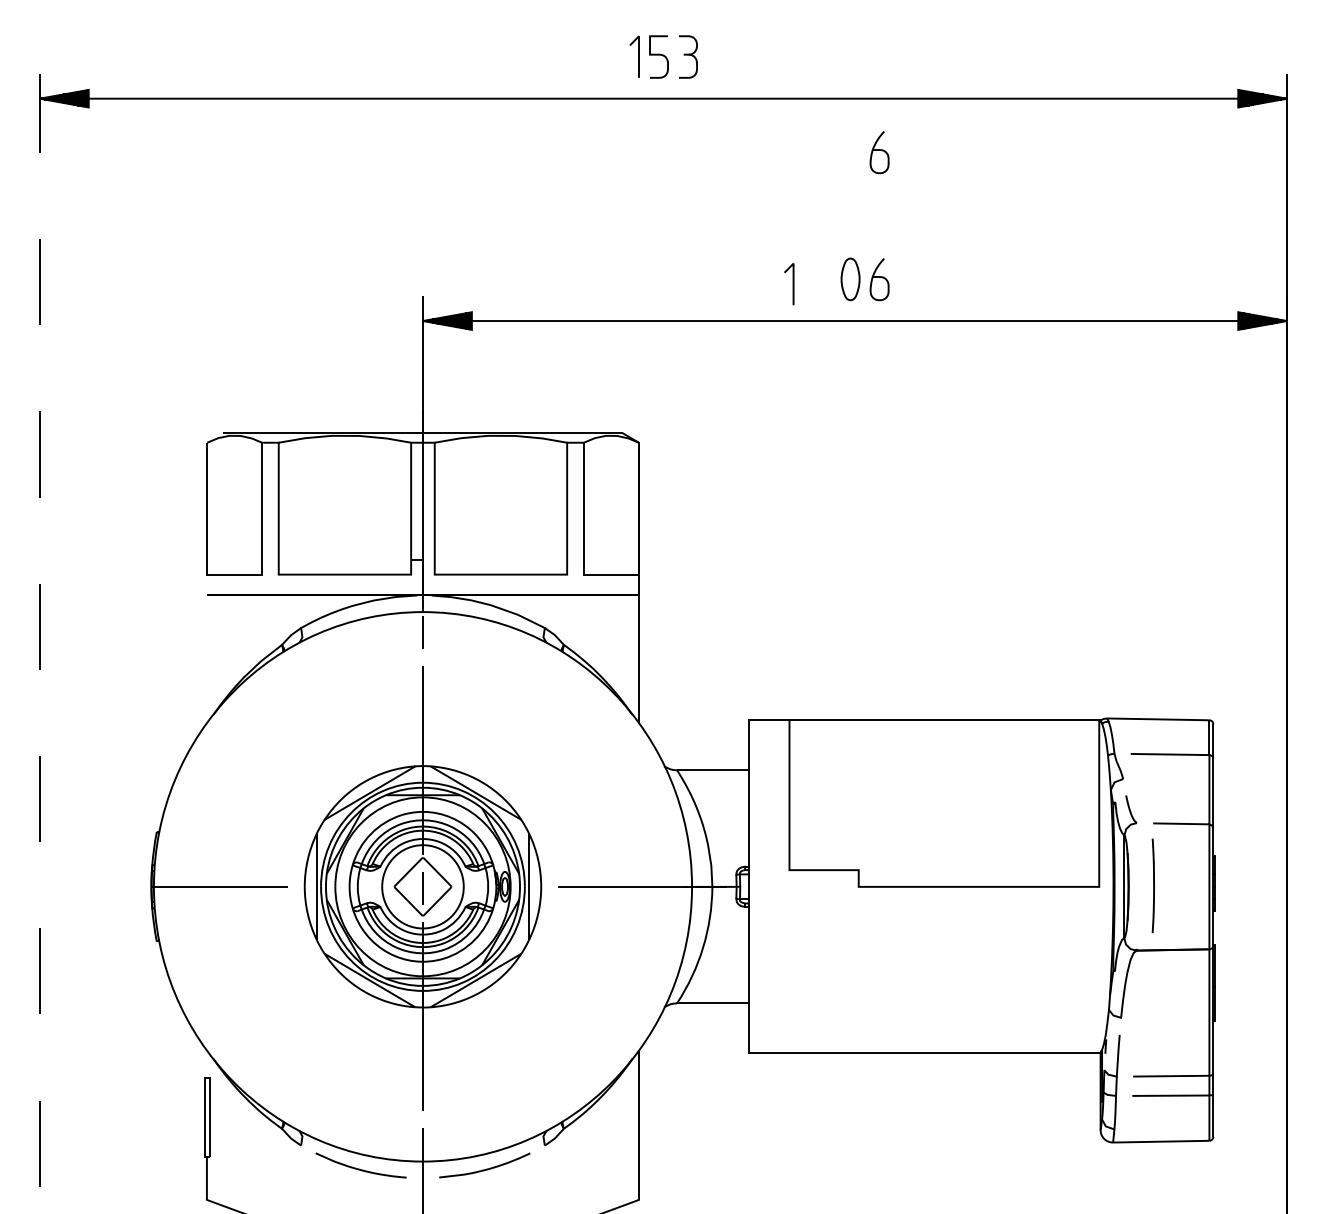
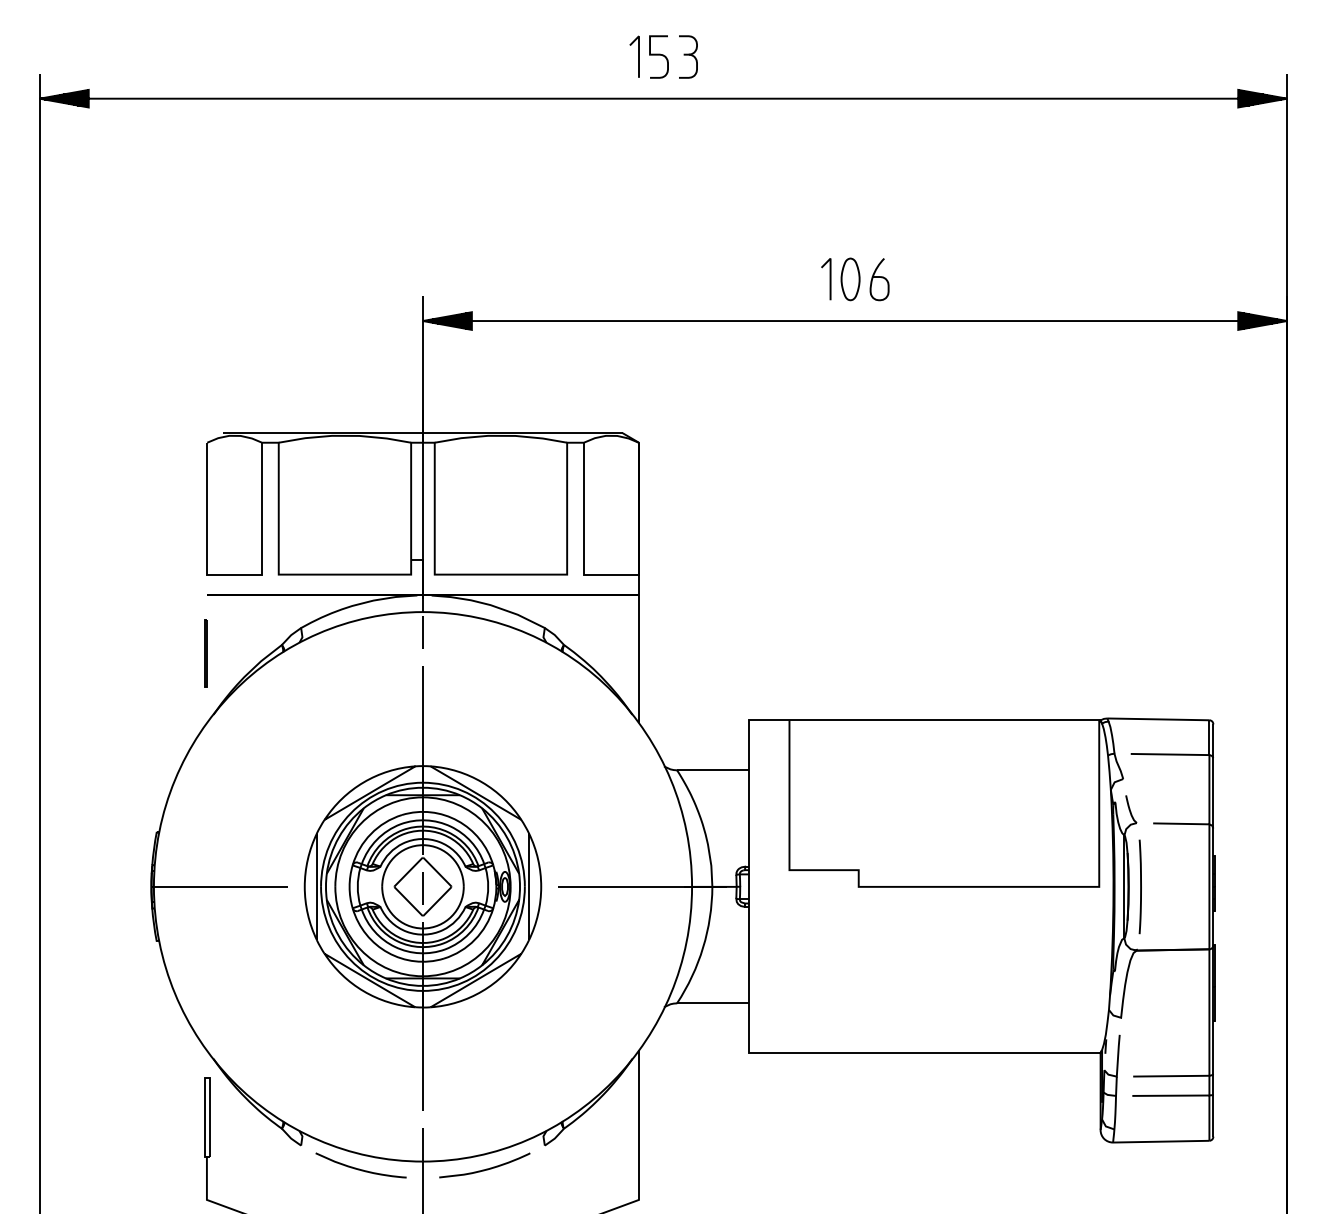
part at (879, 152): present -> none
line at (792, 284) position: (792, 284) -> (829, 279)
line at (39, 643): dashed -> solid
line at (205, 653): none -> present
curve at (1153, 885) position: (1153, 885) -> (1140, 886)
